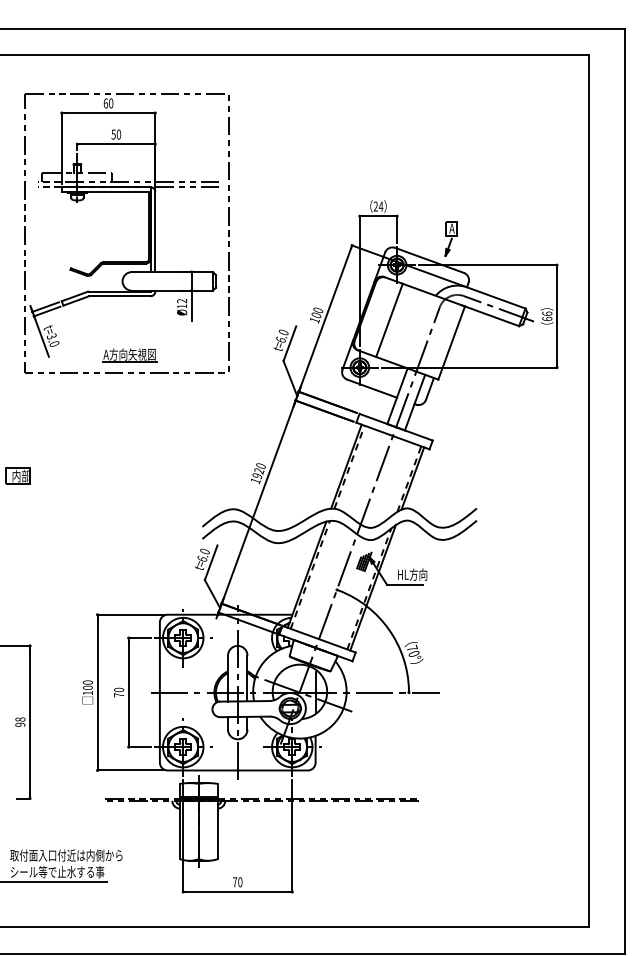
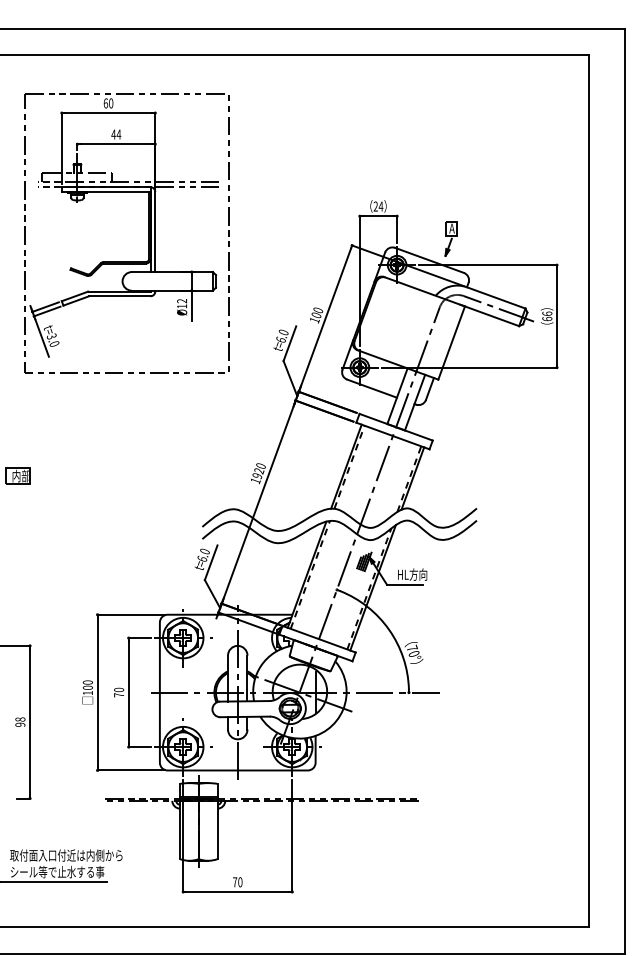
text at (116, 134): 50 -> 44
line at (389, 319): present -> none
part at (129, 355): present -> none
